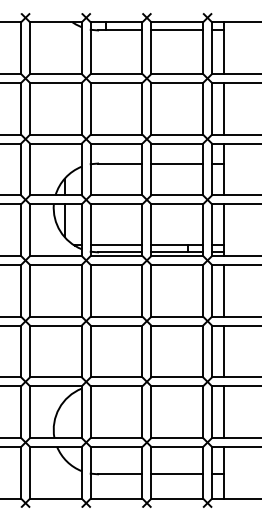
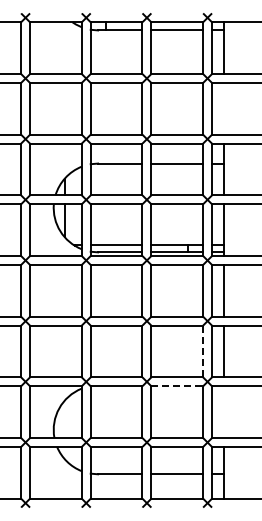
line at (223, 108): present -> none
line at (203, 351): solid -> dashed
line at (177, 386): solid -> dashed
line at (223, 412): present -> none
